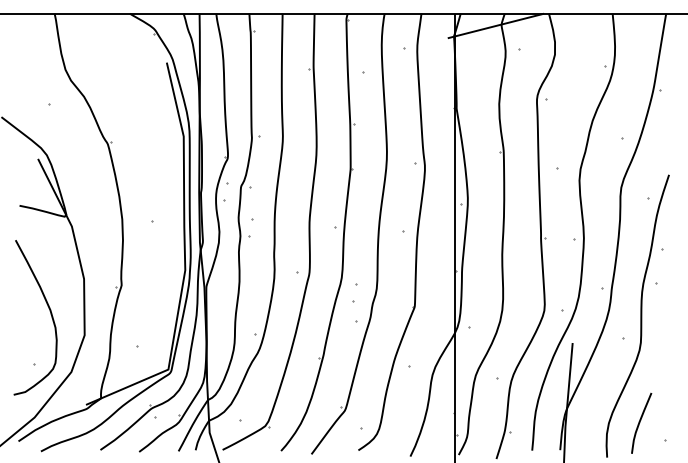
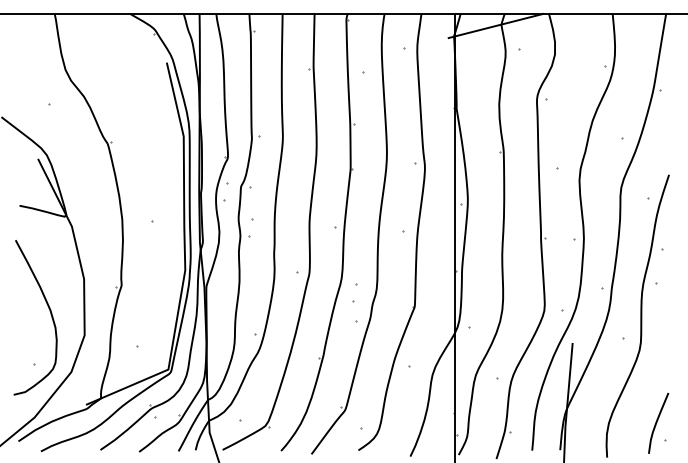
curve at (640, 422) position: (640, 422) -> (657, 422)
